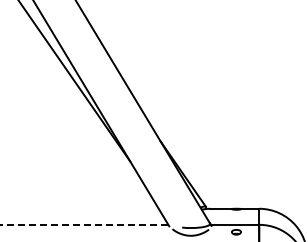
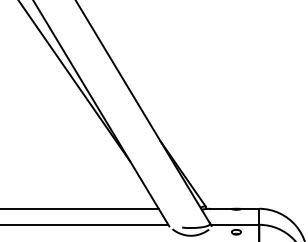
line at (80, 208): none -> present
line at (84, 224): dashed -> solid
